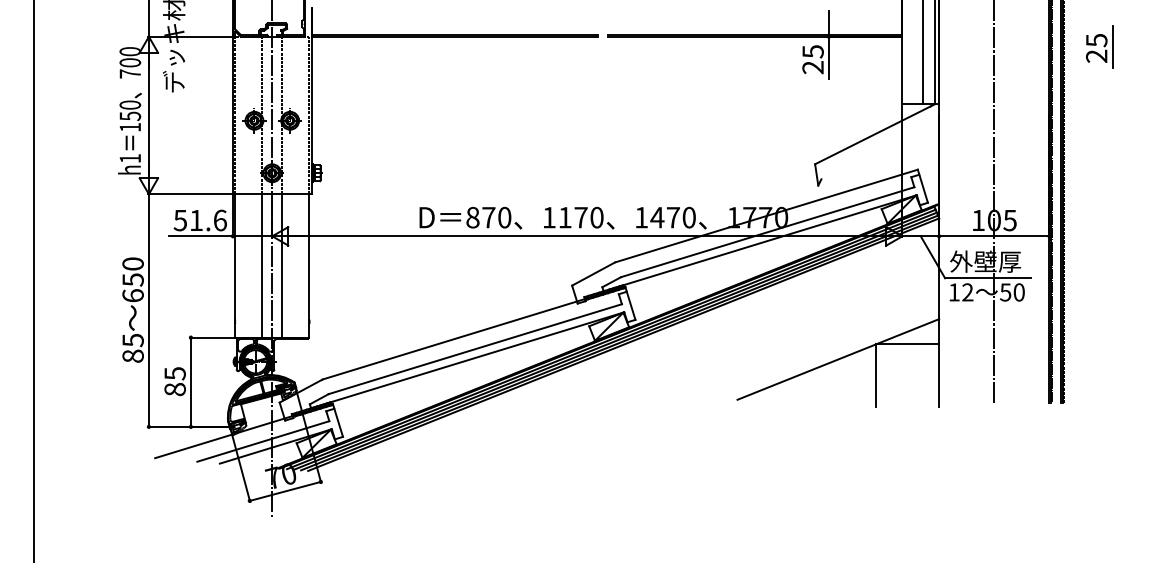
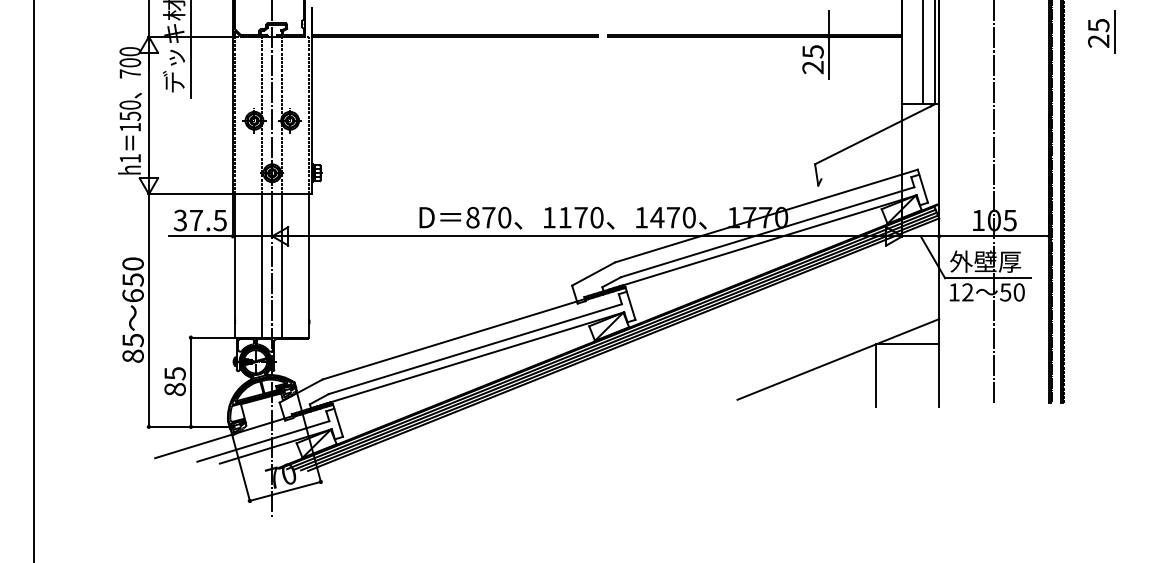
part at (1099, 46) position: (1099, 46) -> (1101, 31)
line at (190, 50): none -> present
text at (200, 220): 51.6 -> 37.5
